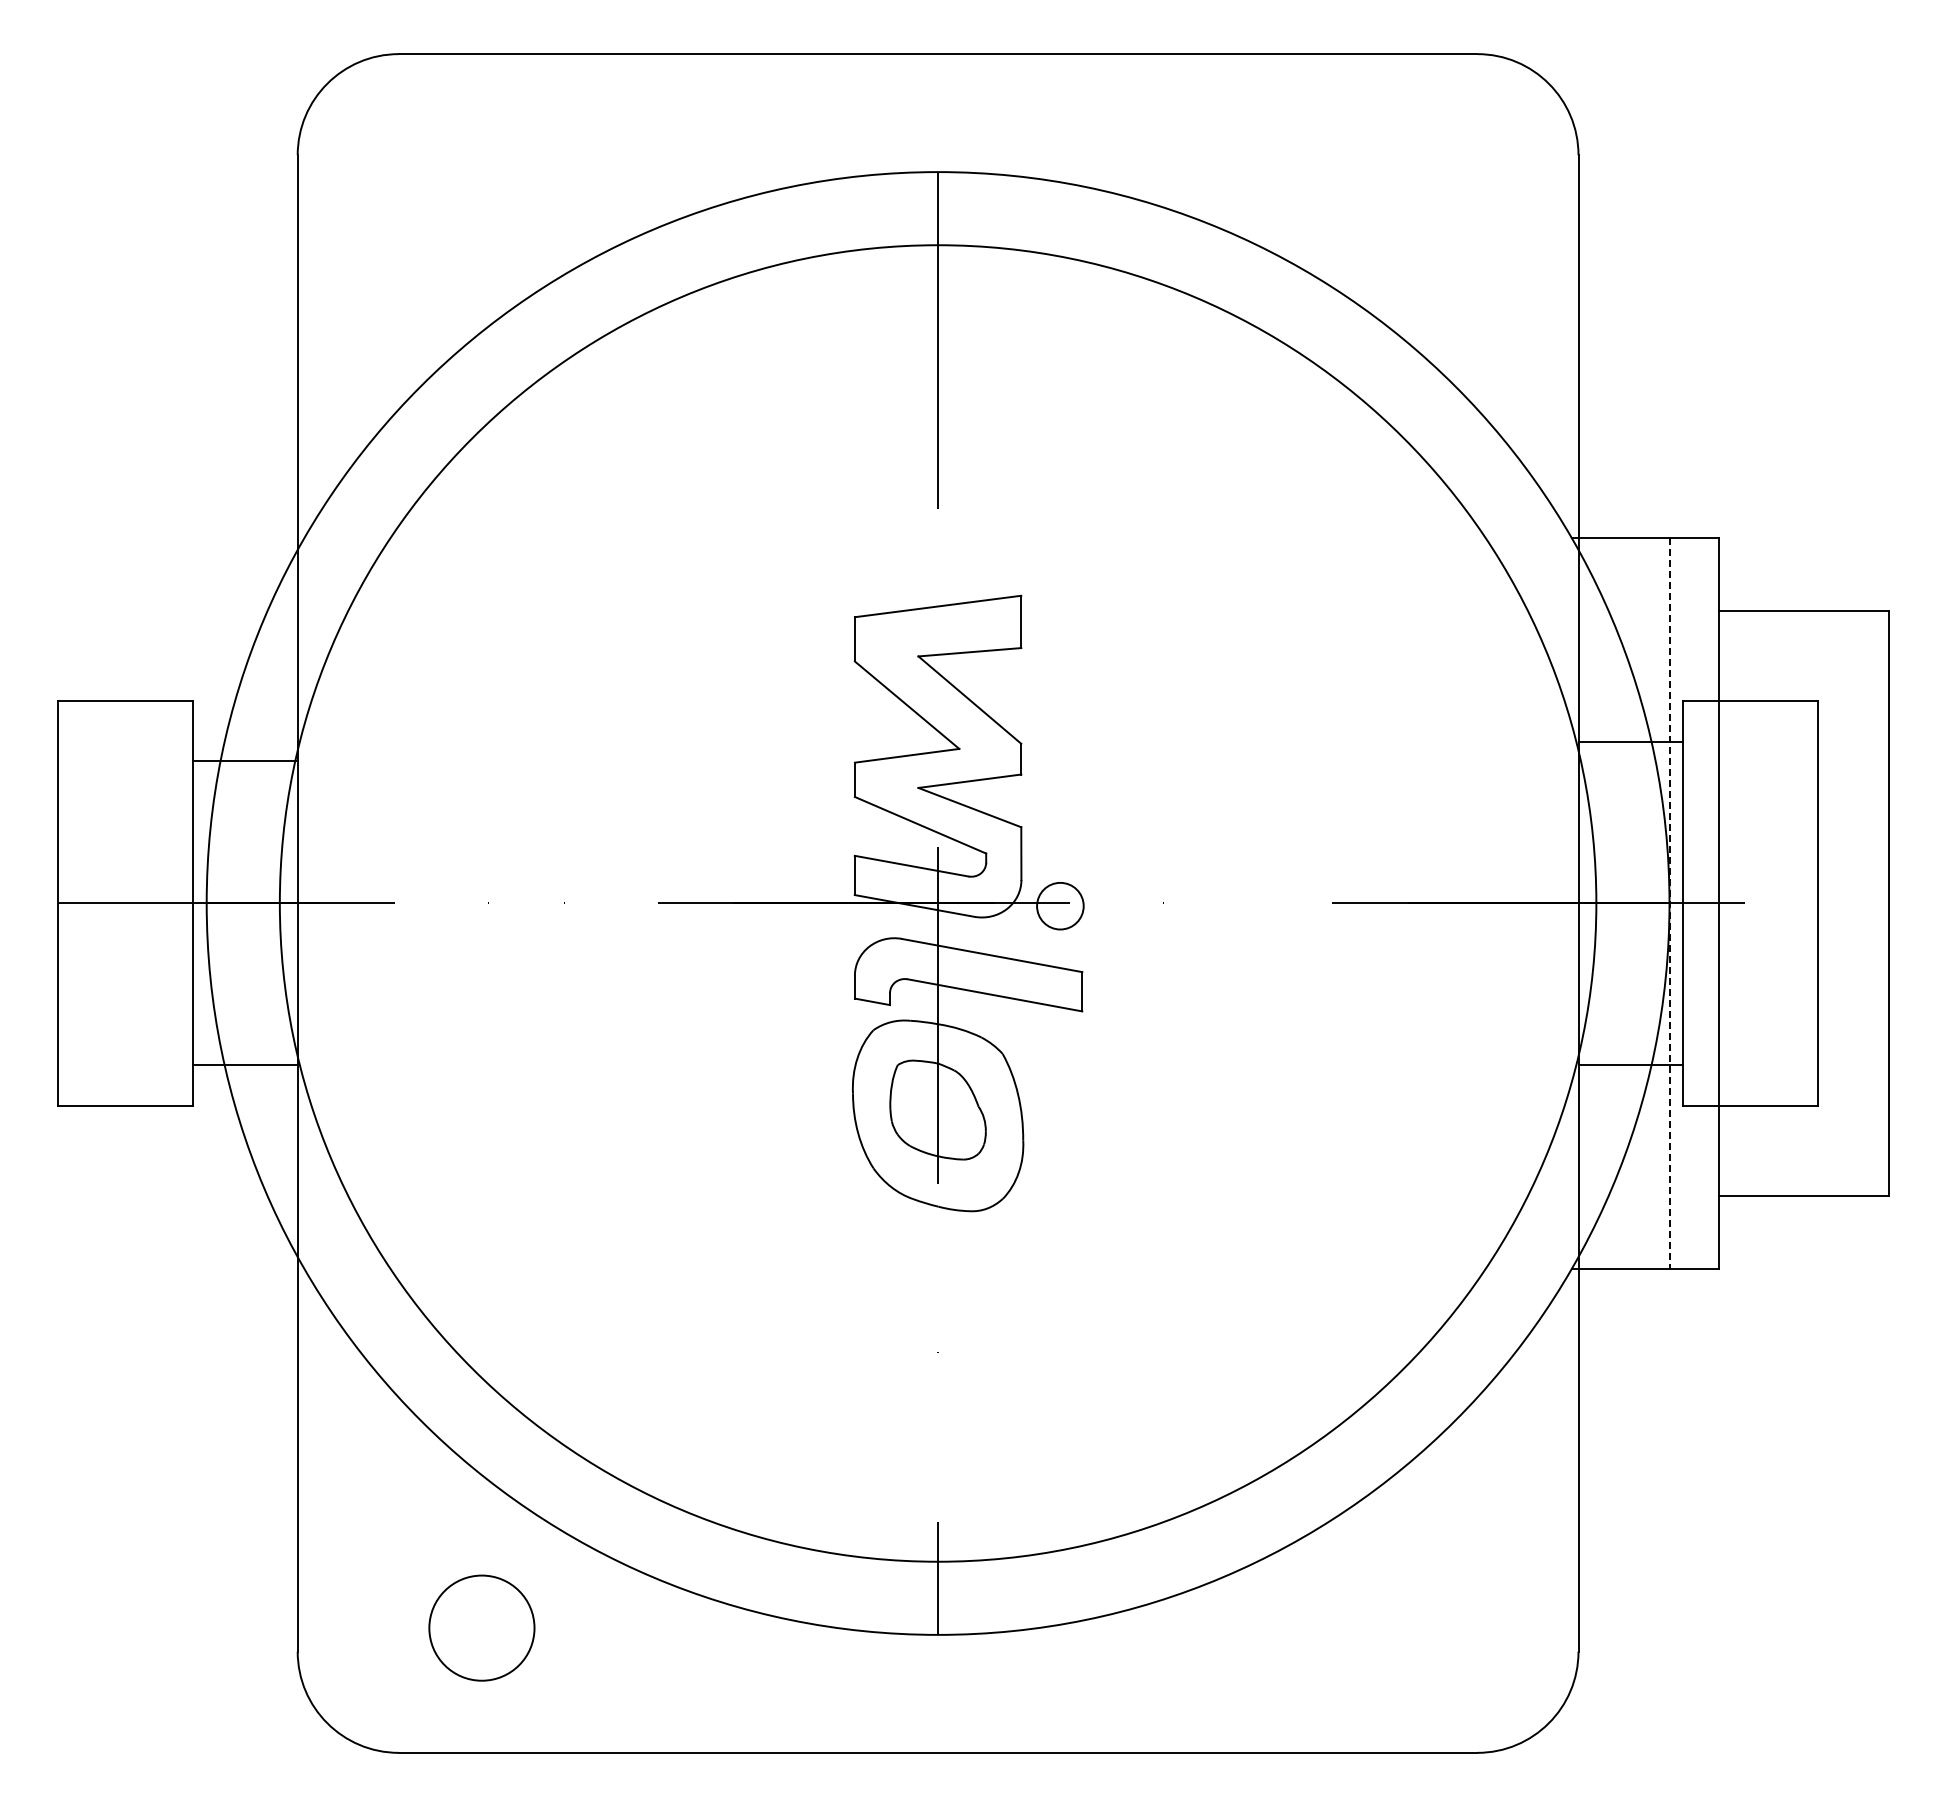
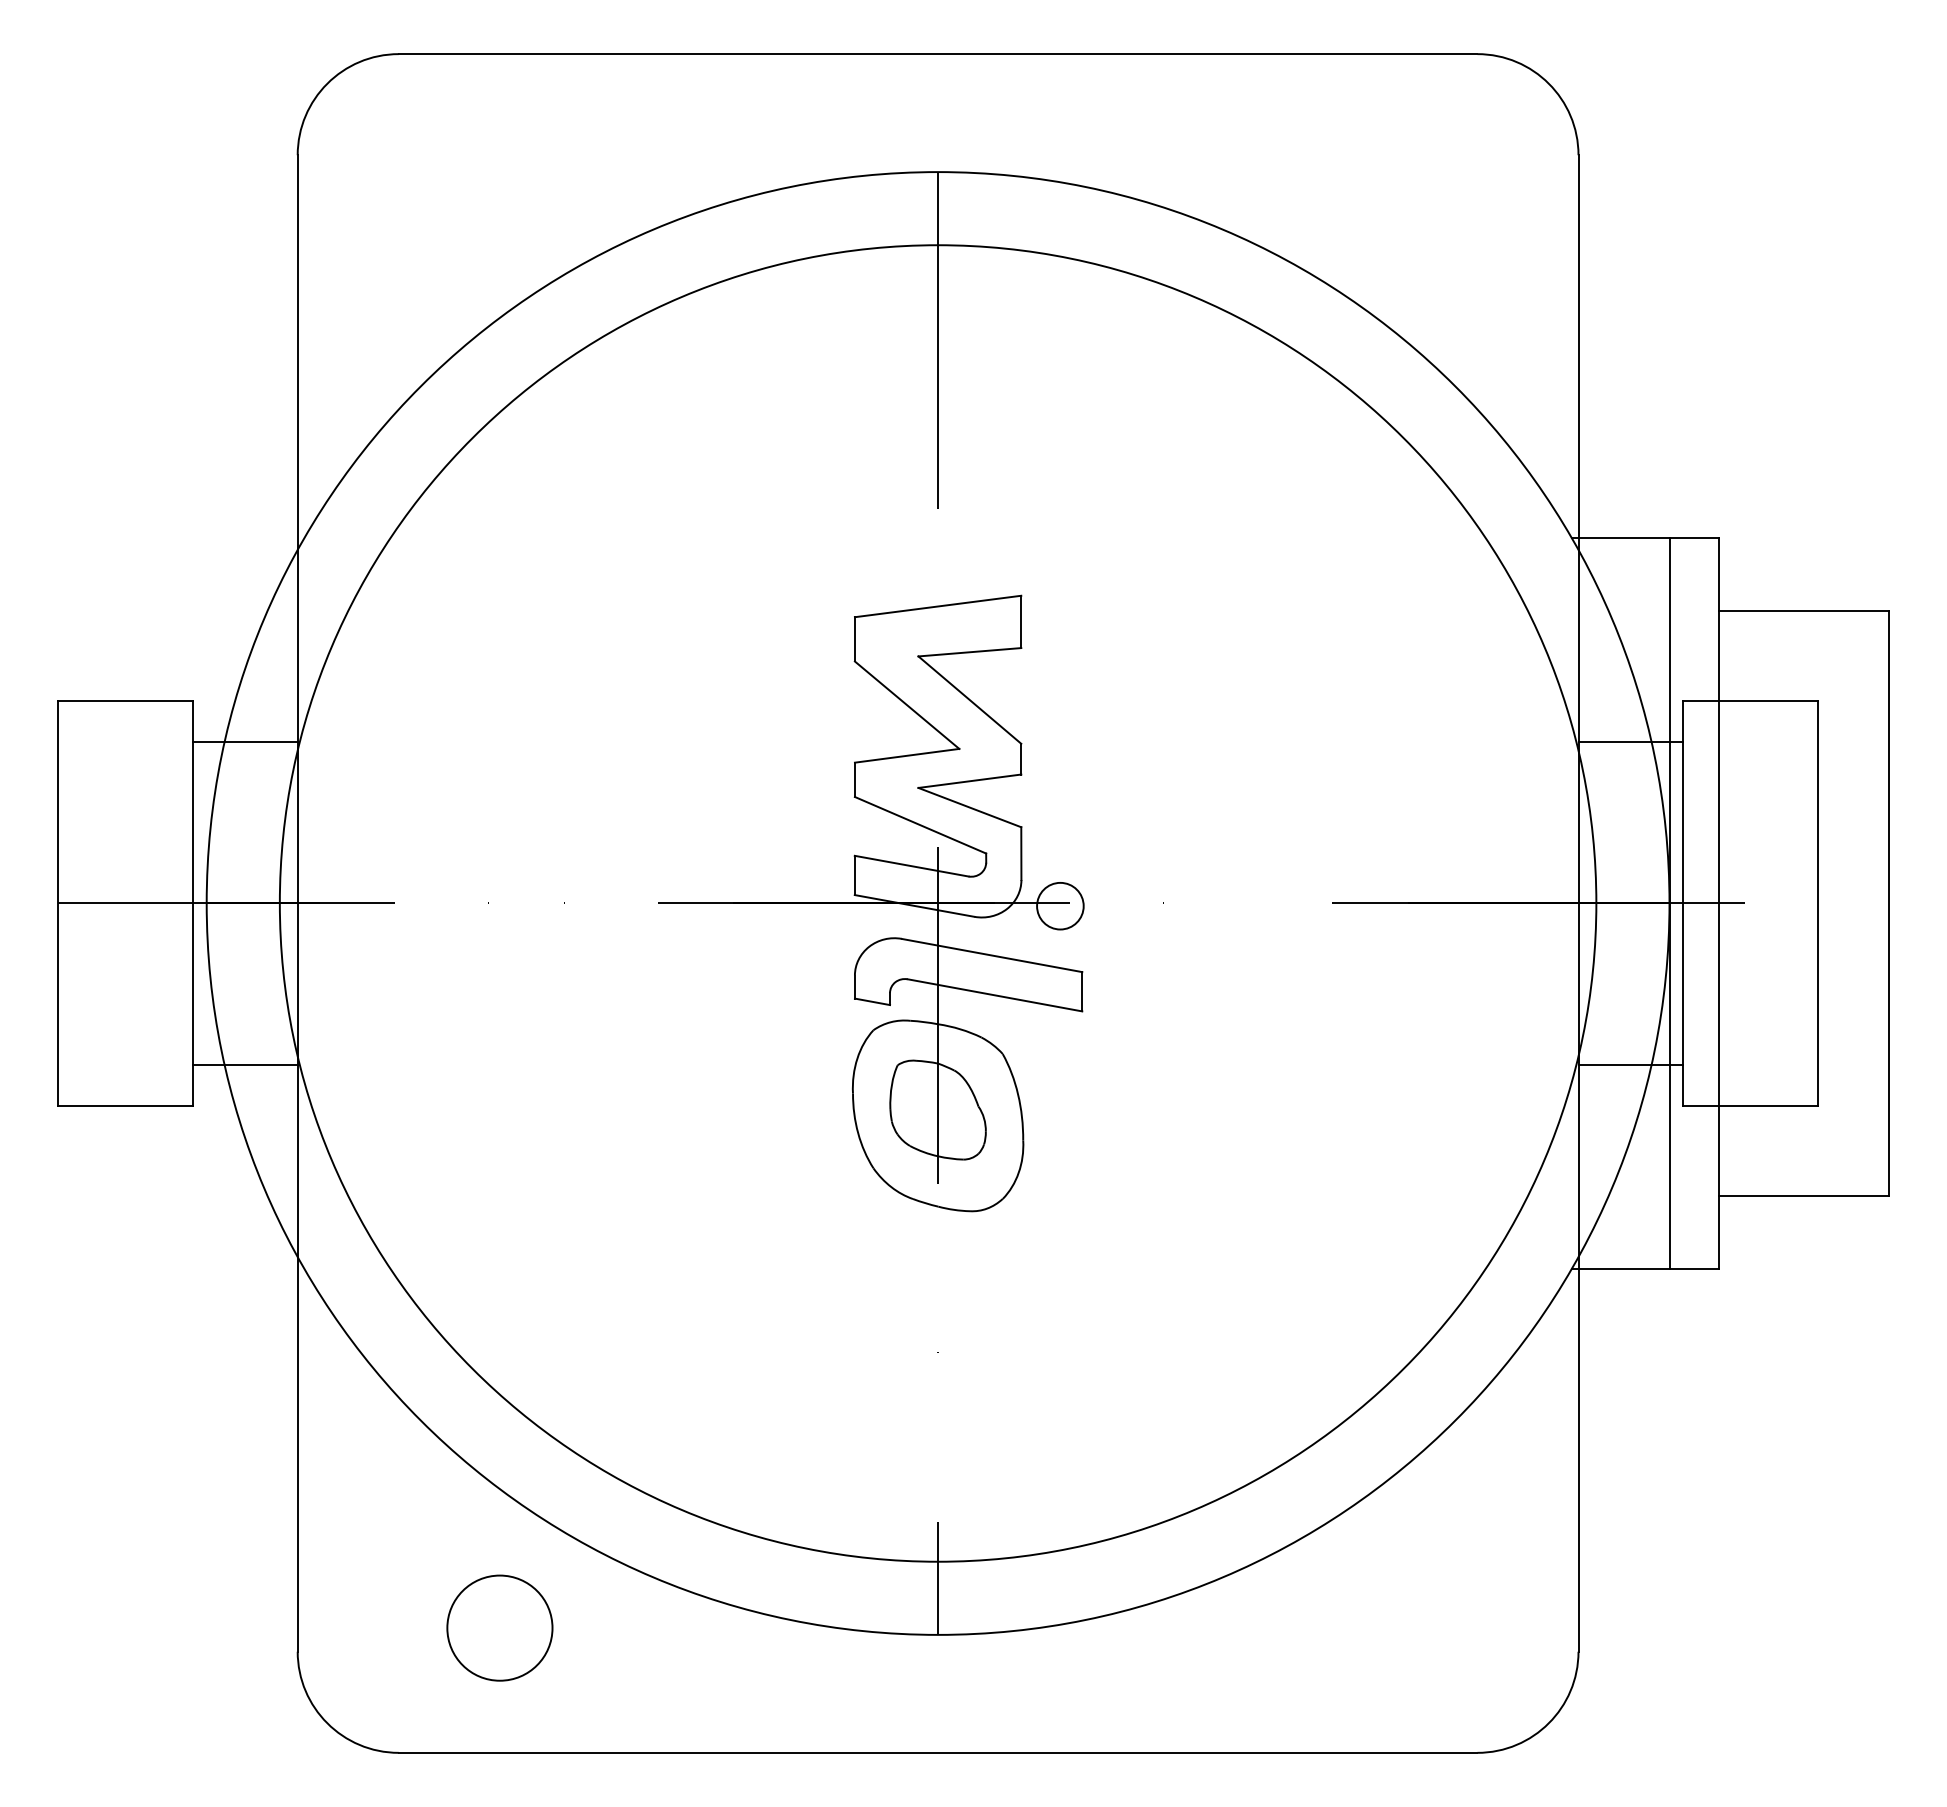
line at (245, 760) position: (245, 760) -> (245, 741)
line at (1669, 903): dashed -> solid
circle at (481, 1627) position: (481, 1627) -> (499, 1627)
